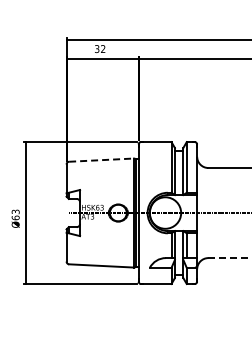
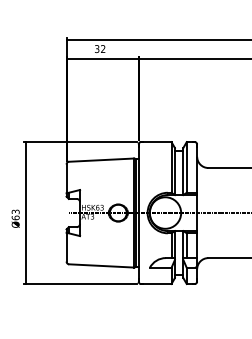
line at (101, 160): dashed -> solid
line at (230, 258): dashed -> solid
